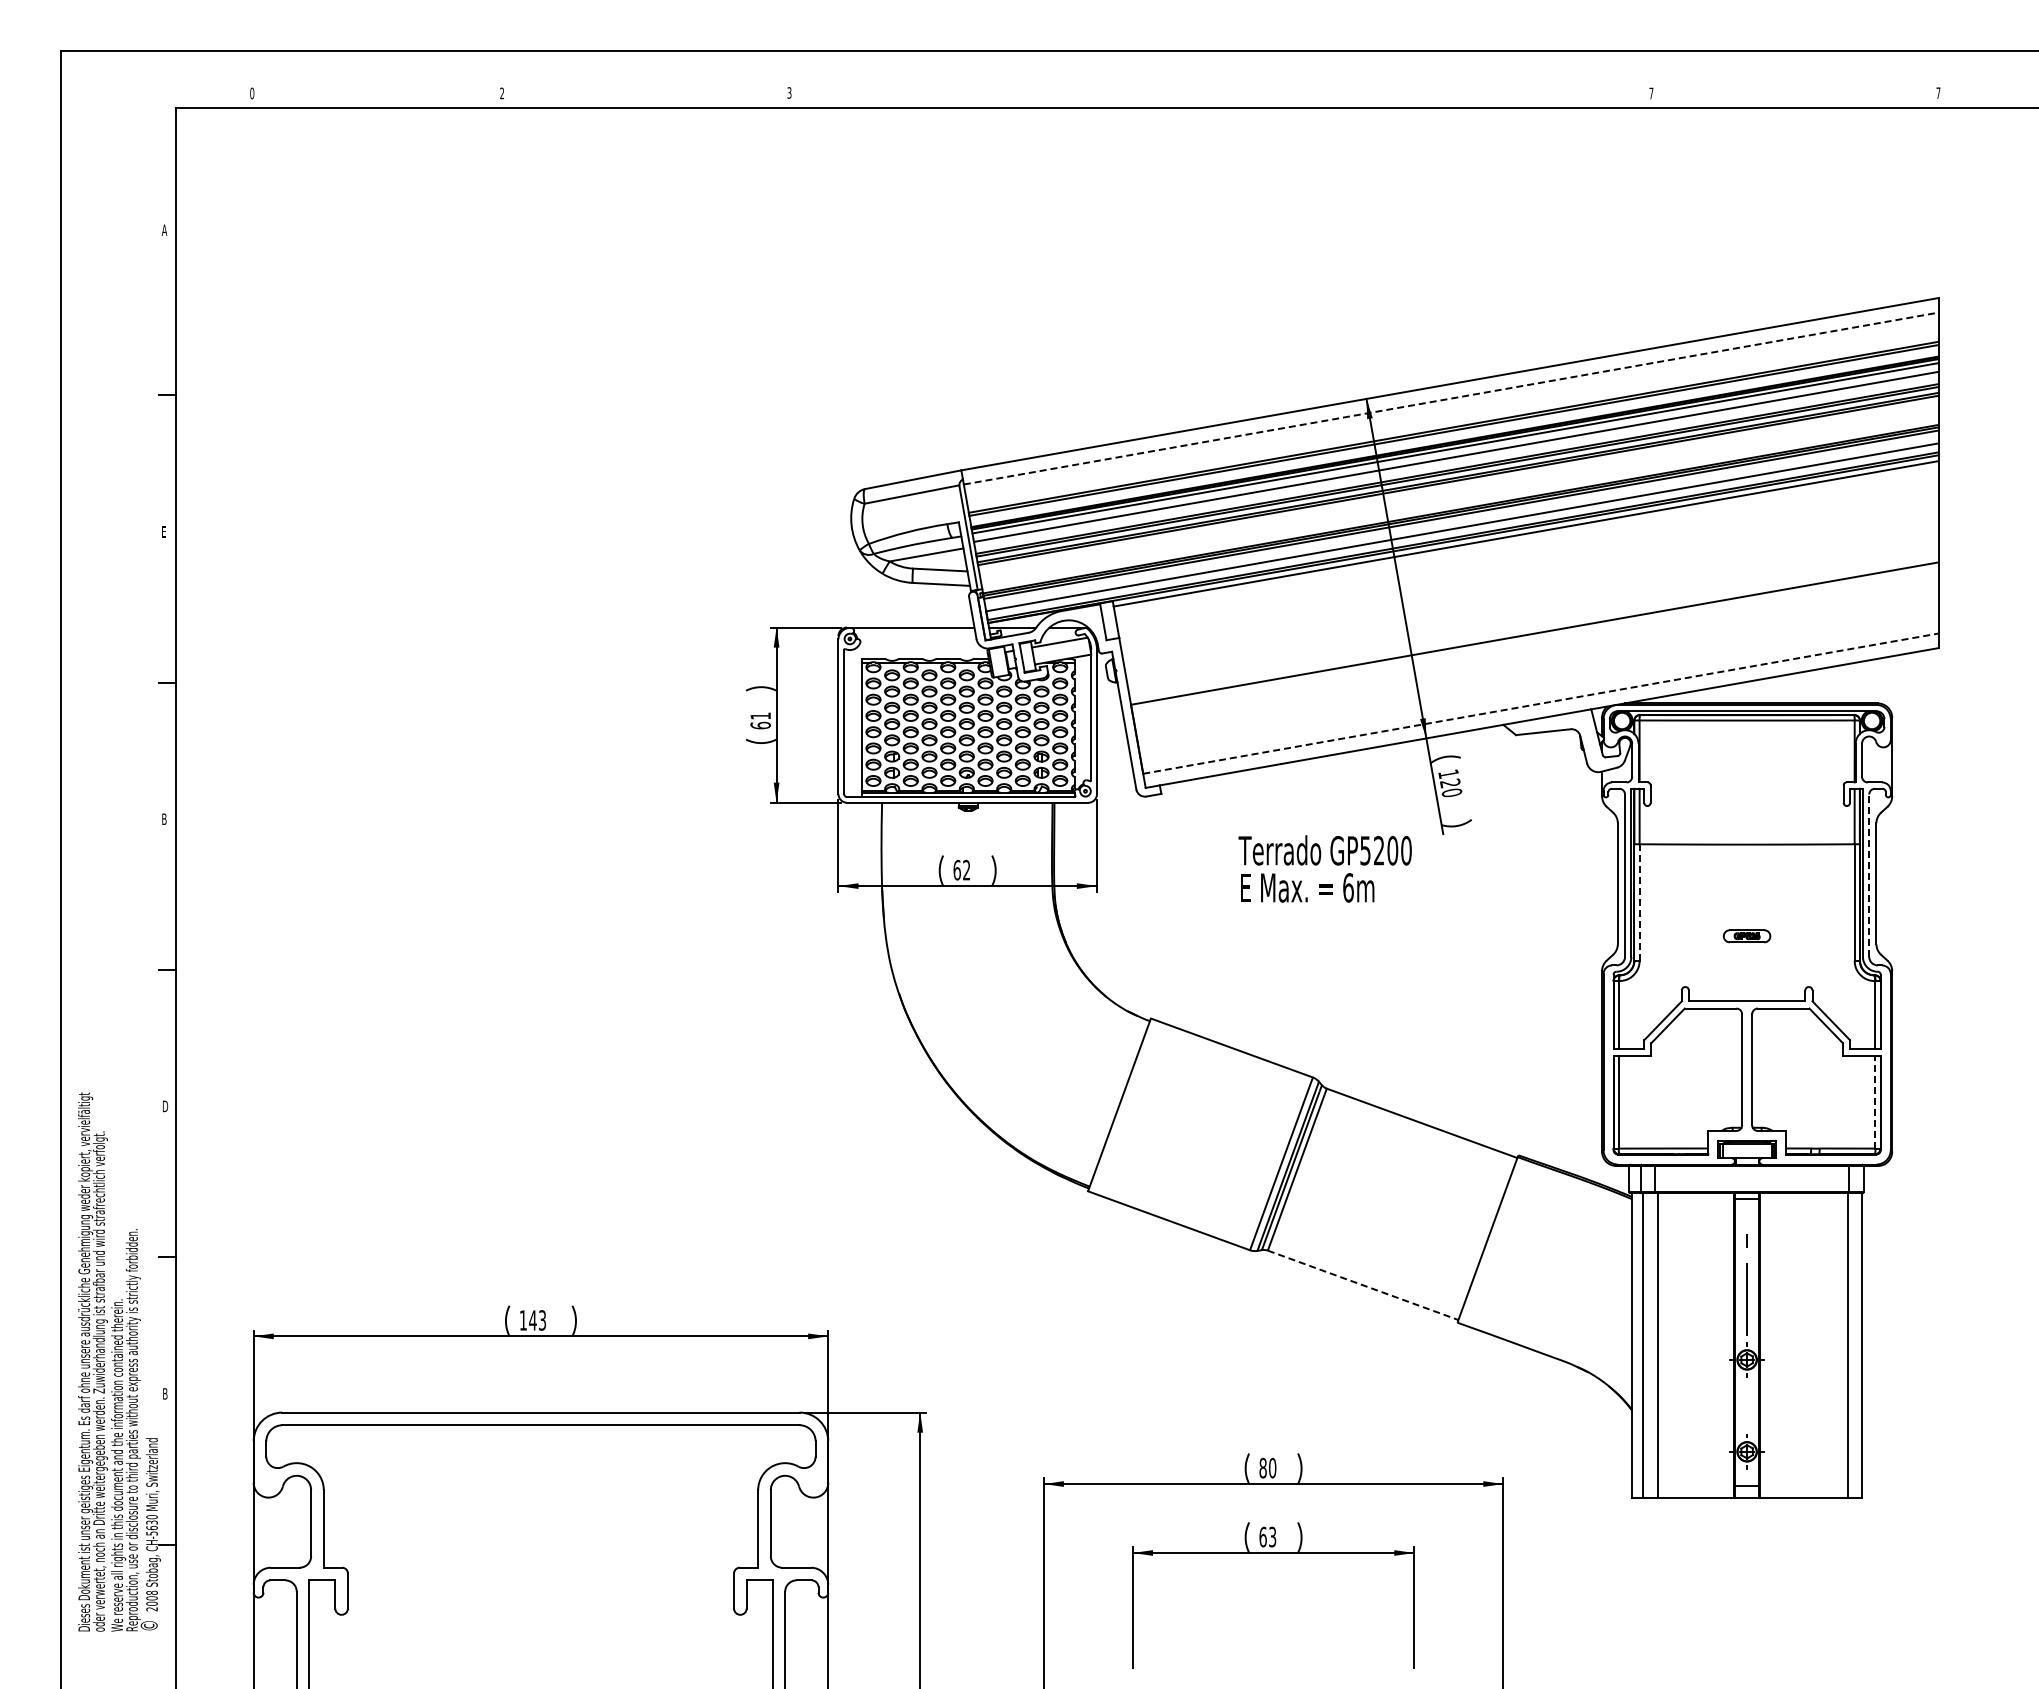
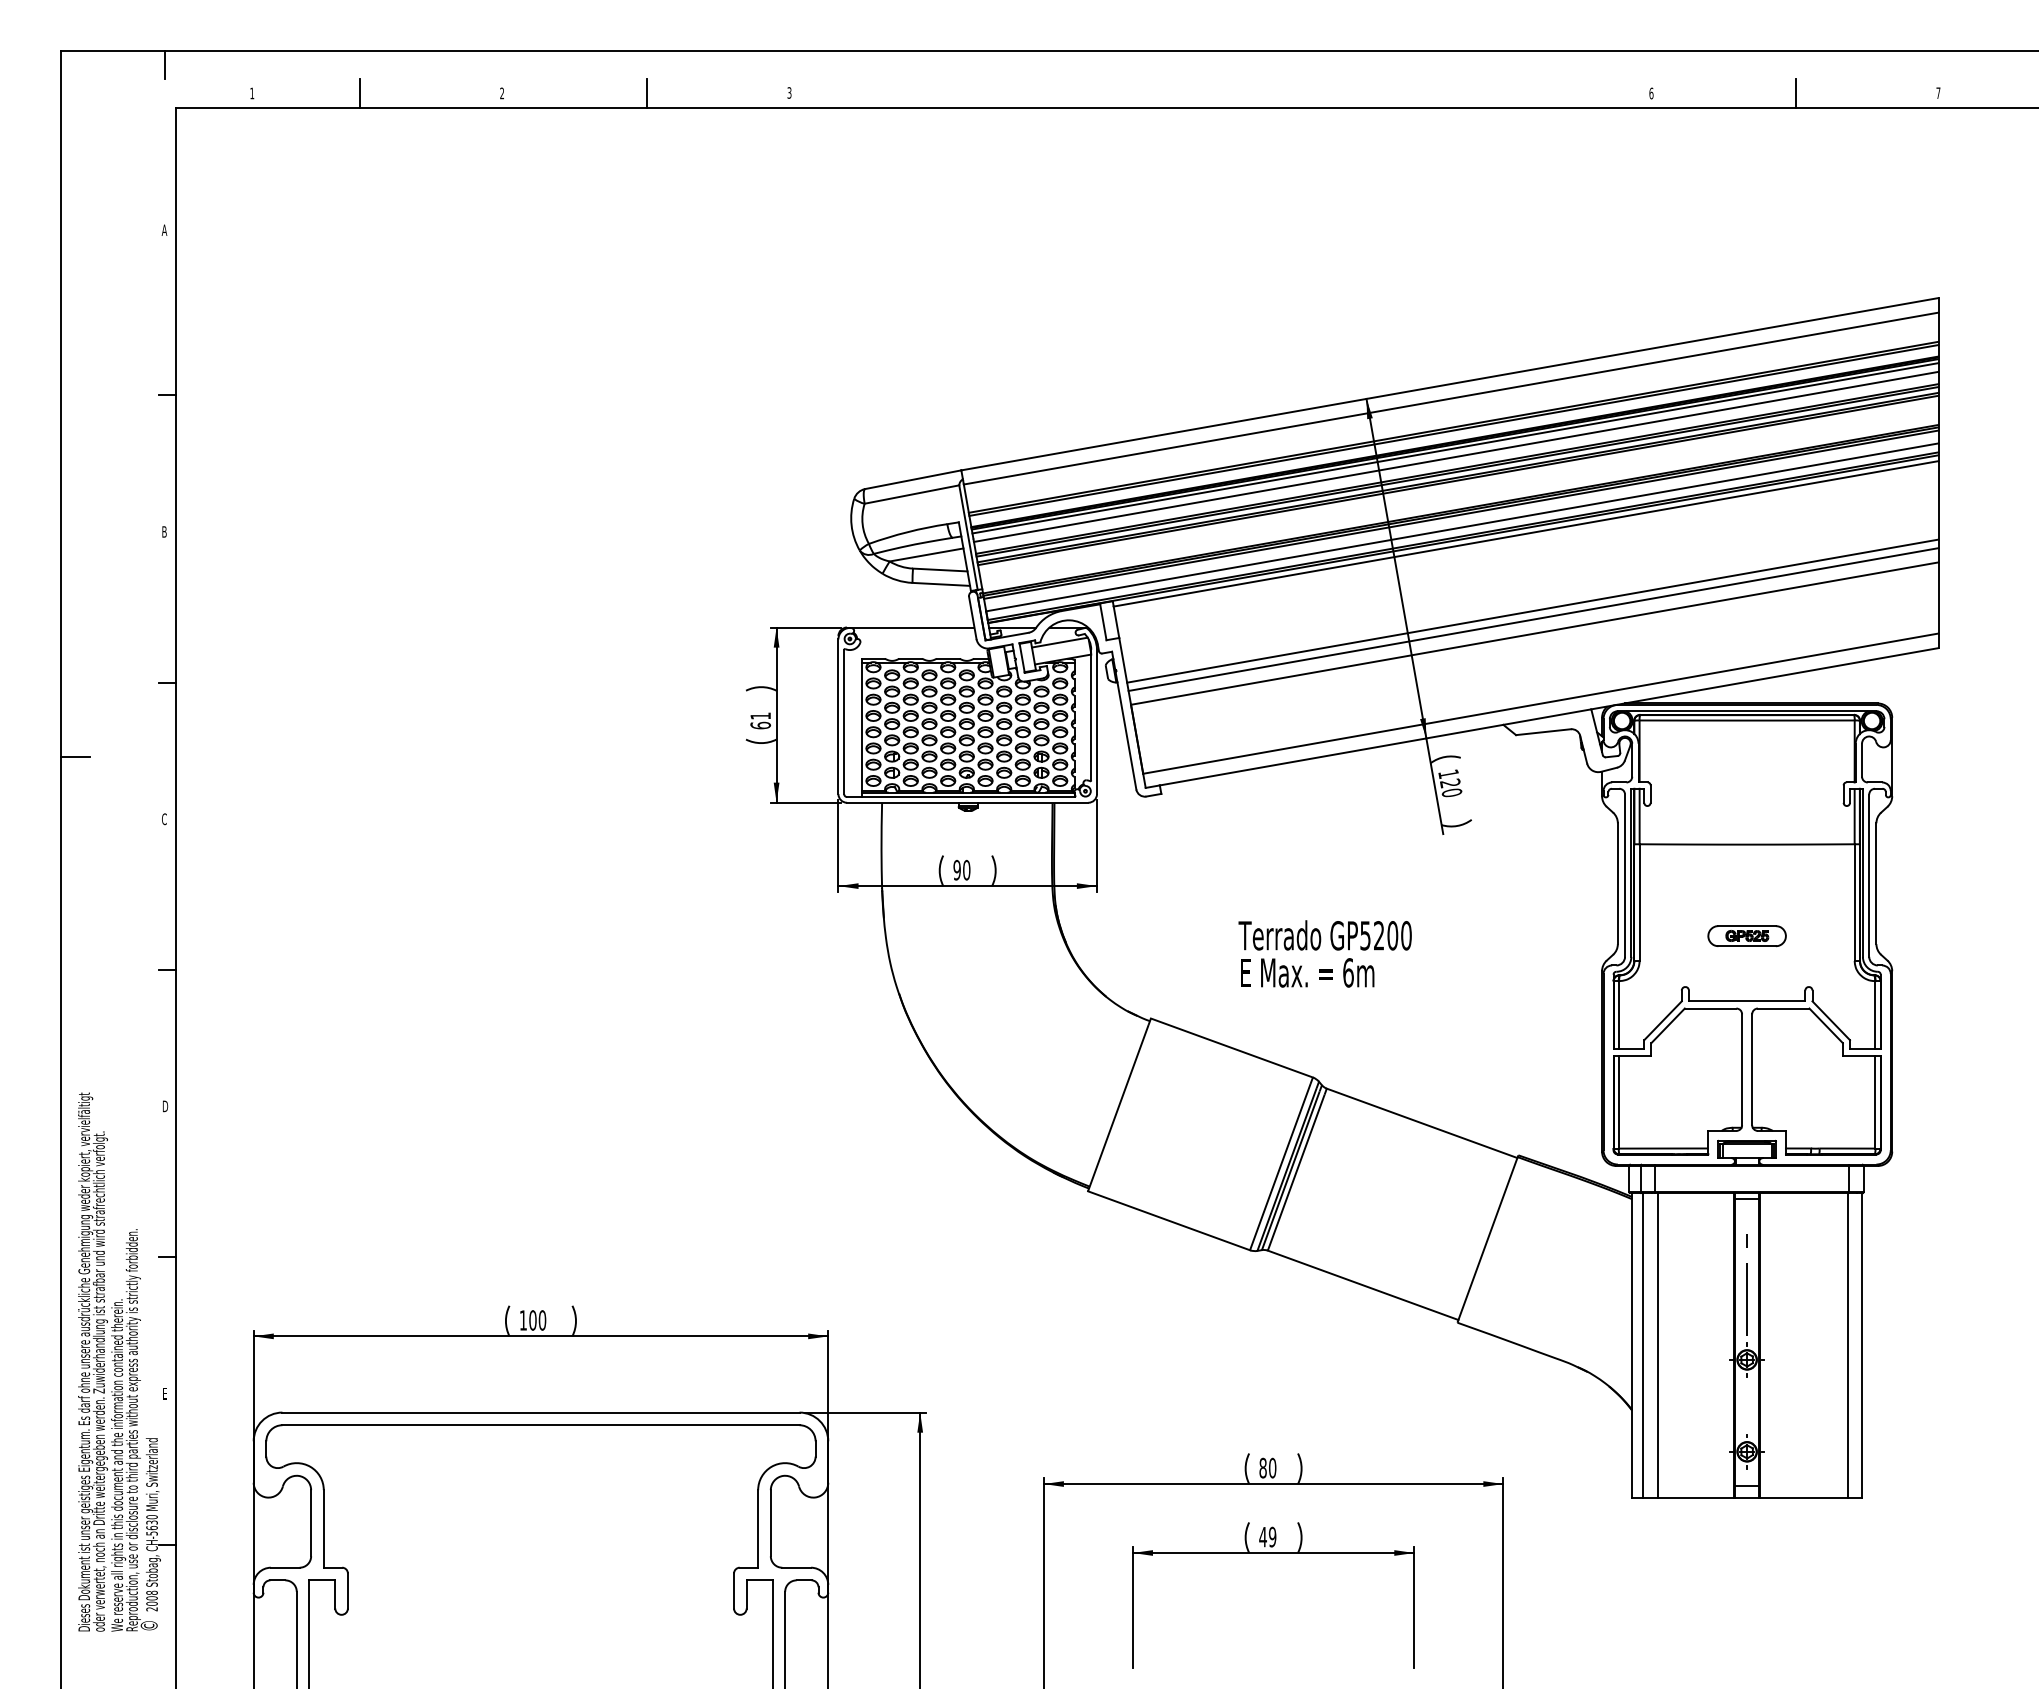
line at (164, 64): none -> present
text at (252, 93): 0 -> 1
line at (359, 93): none -> present
line at (647, 93): none -> present
text at (1651, 93): 7 -> 6
line at (1796, 93): none -> present
line at (1451, 398): dashed -> solid
text at (164, 531): E -> B
line at (1532, 610): none -> present
line at (1533, 619): none -> present
line at (1540, 703): dashed -> solid
line at (75, 757): none -> present
text at (164, 819): B -> C
text at (1324, 868) position: (1324, 868) -> (1324, 953)
text at (961, 869): 62 -> 90
line at (1869, 875): dashed -> solid
line at (1639, 903): dashed -> solid
part at (1746, 936) size: 50x15 px -> 80x23 px
line at (1875, 1101): dashed -> solid
line at (1363, 1285): dashed -> solid
text at (537, 1320): 143 -> 100
text at (165, 1393): B -> E
text at (1267, 1536): 63 -> 49
